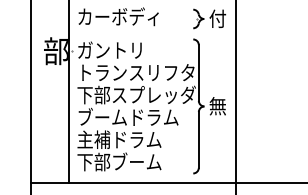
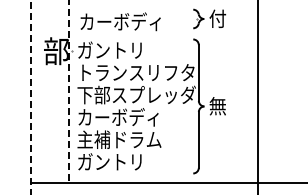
text at (118, 16) position: (118, 16) -> (120, 21)
line at (68, 91): solid -> dashed
line at (236, 96) position: (236, 96) -> (258, 96)
line at (31, 97): solid -> dashed
text at (128, 116): ブームドラム -> カーボディ
text at (119, 161): 下部ブーム -> ガントリ
